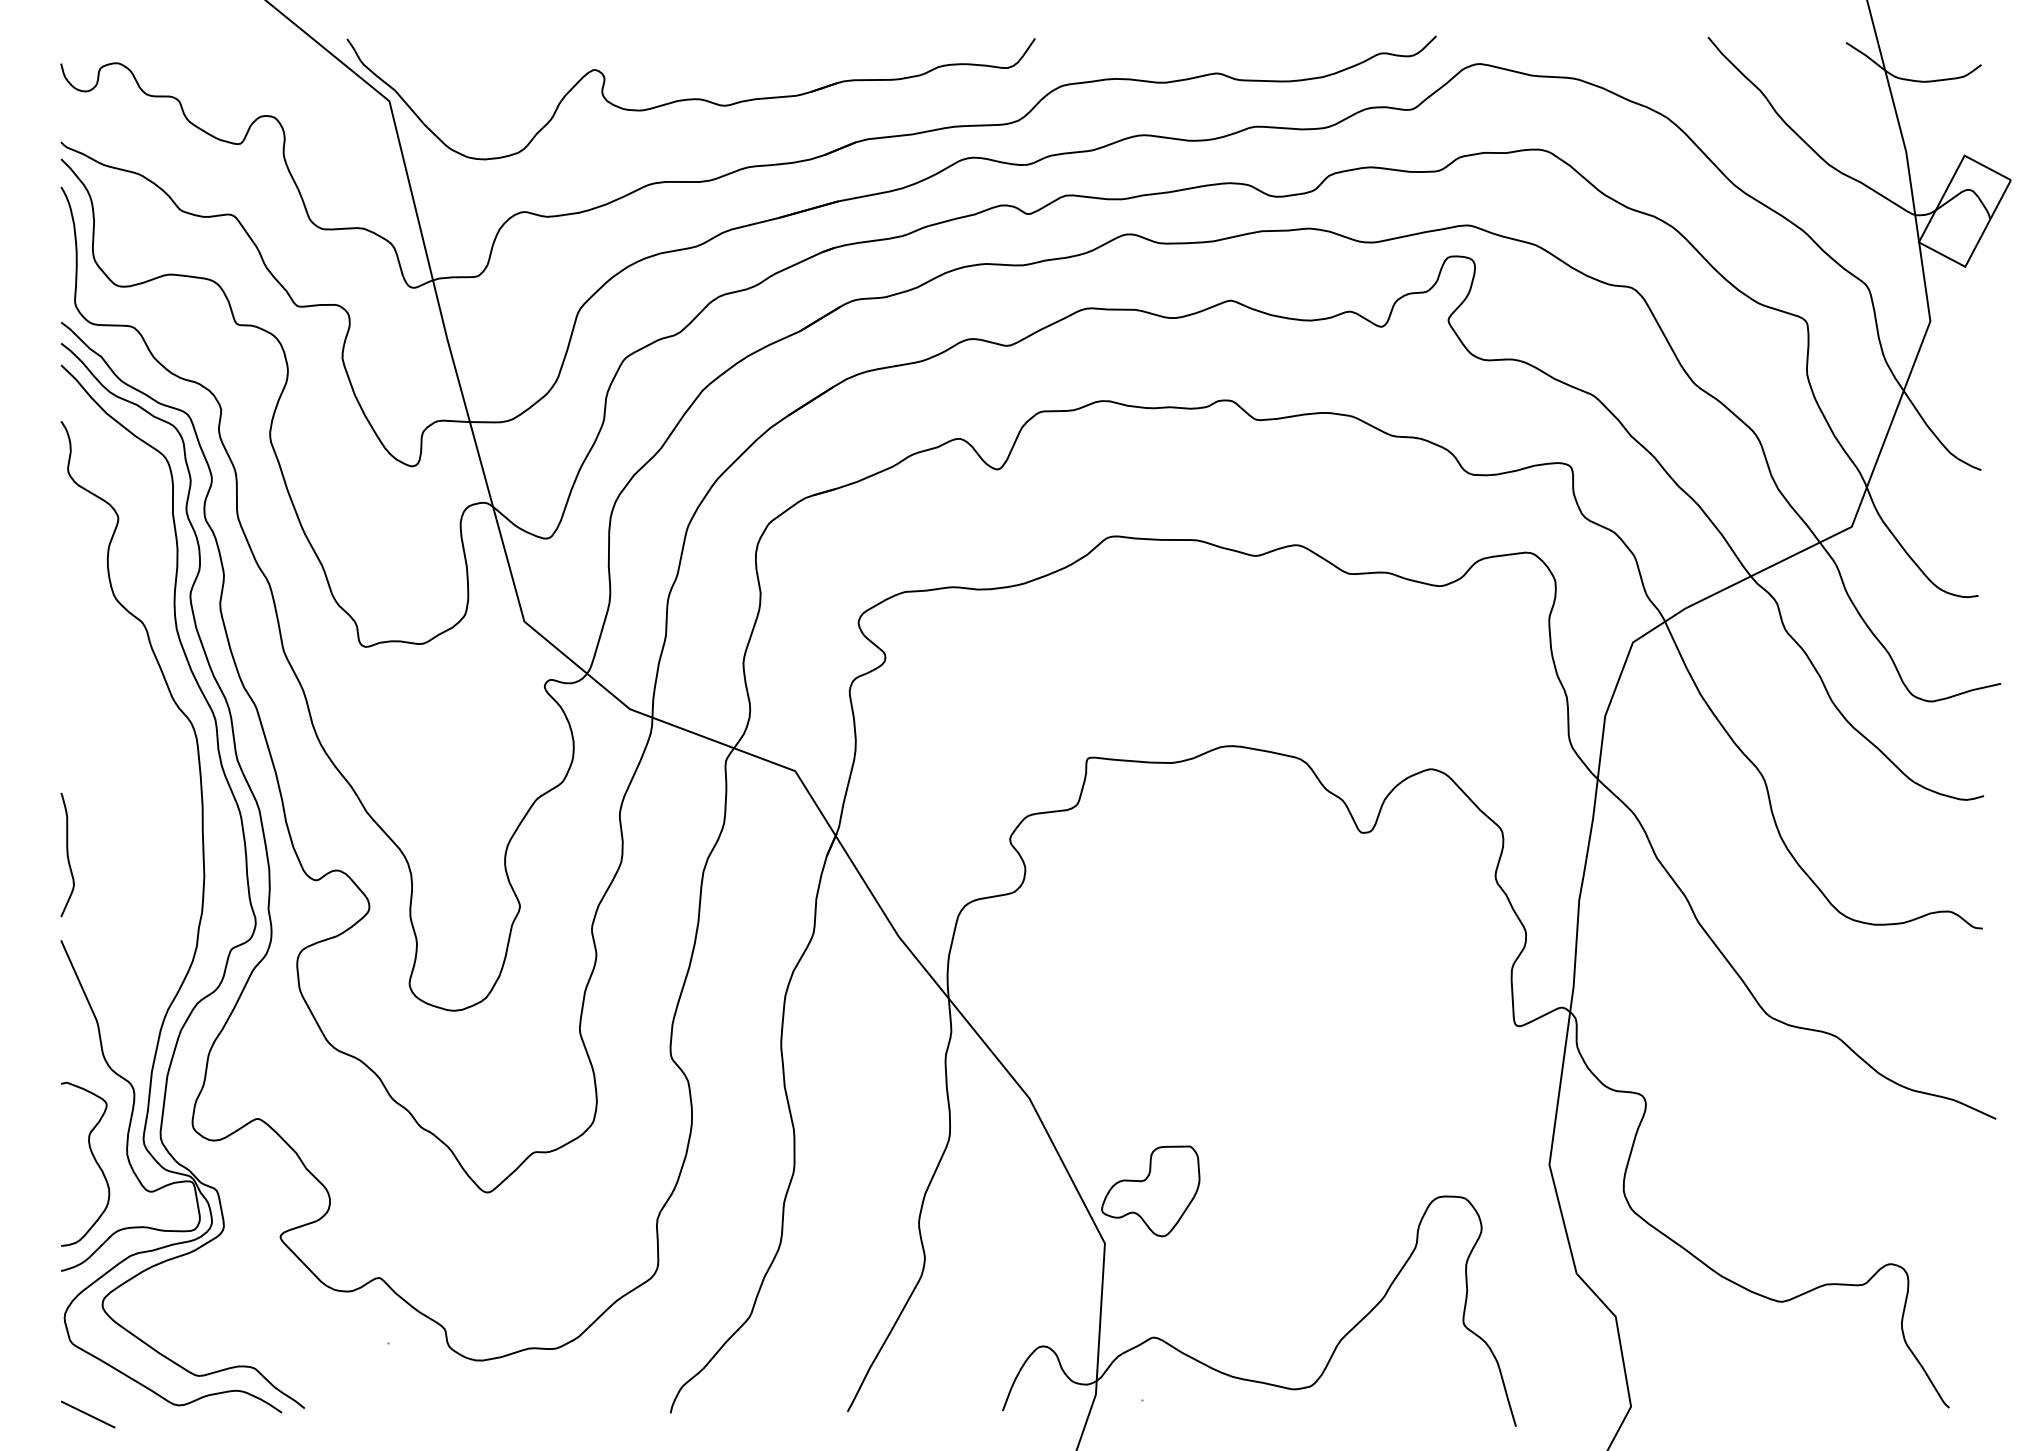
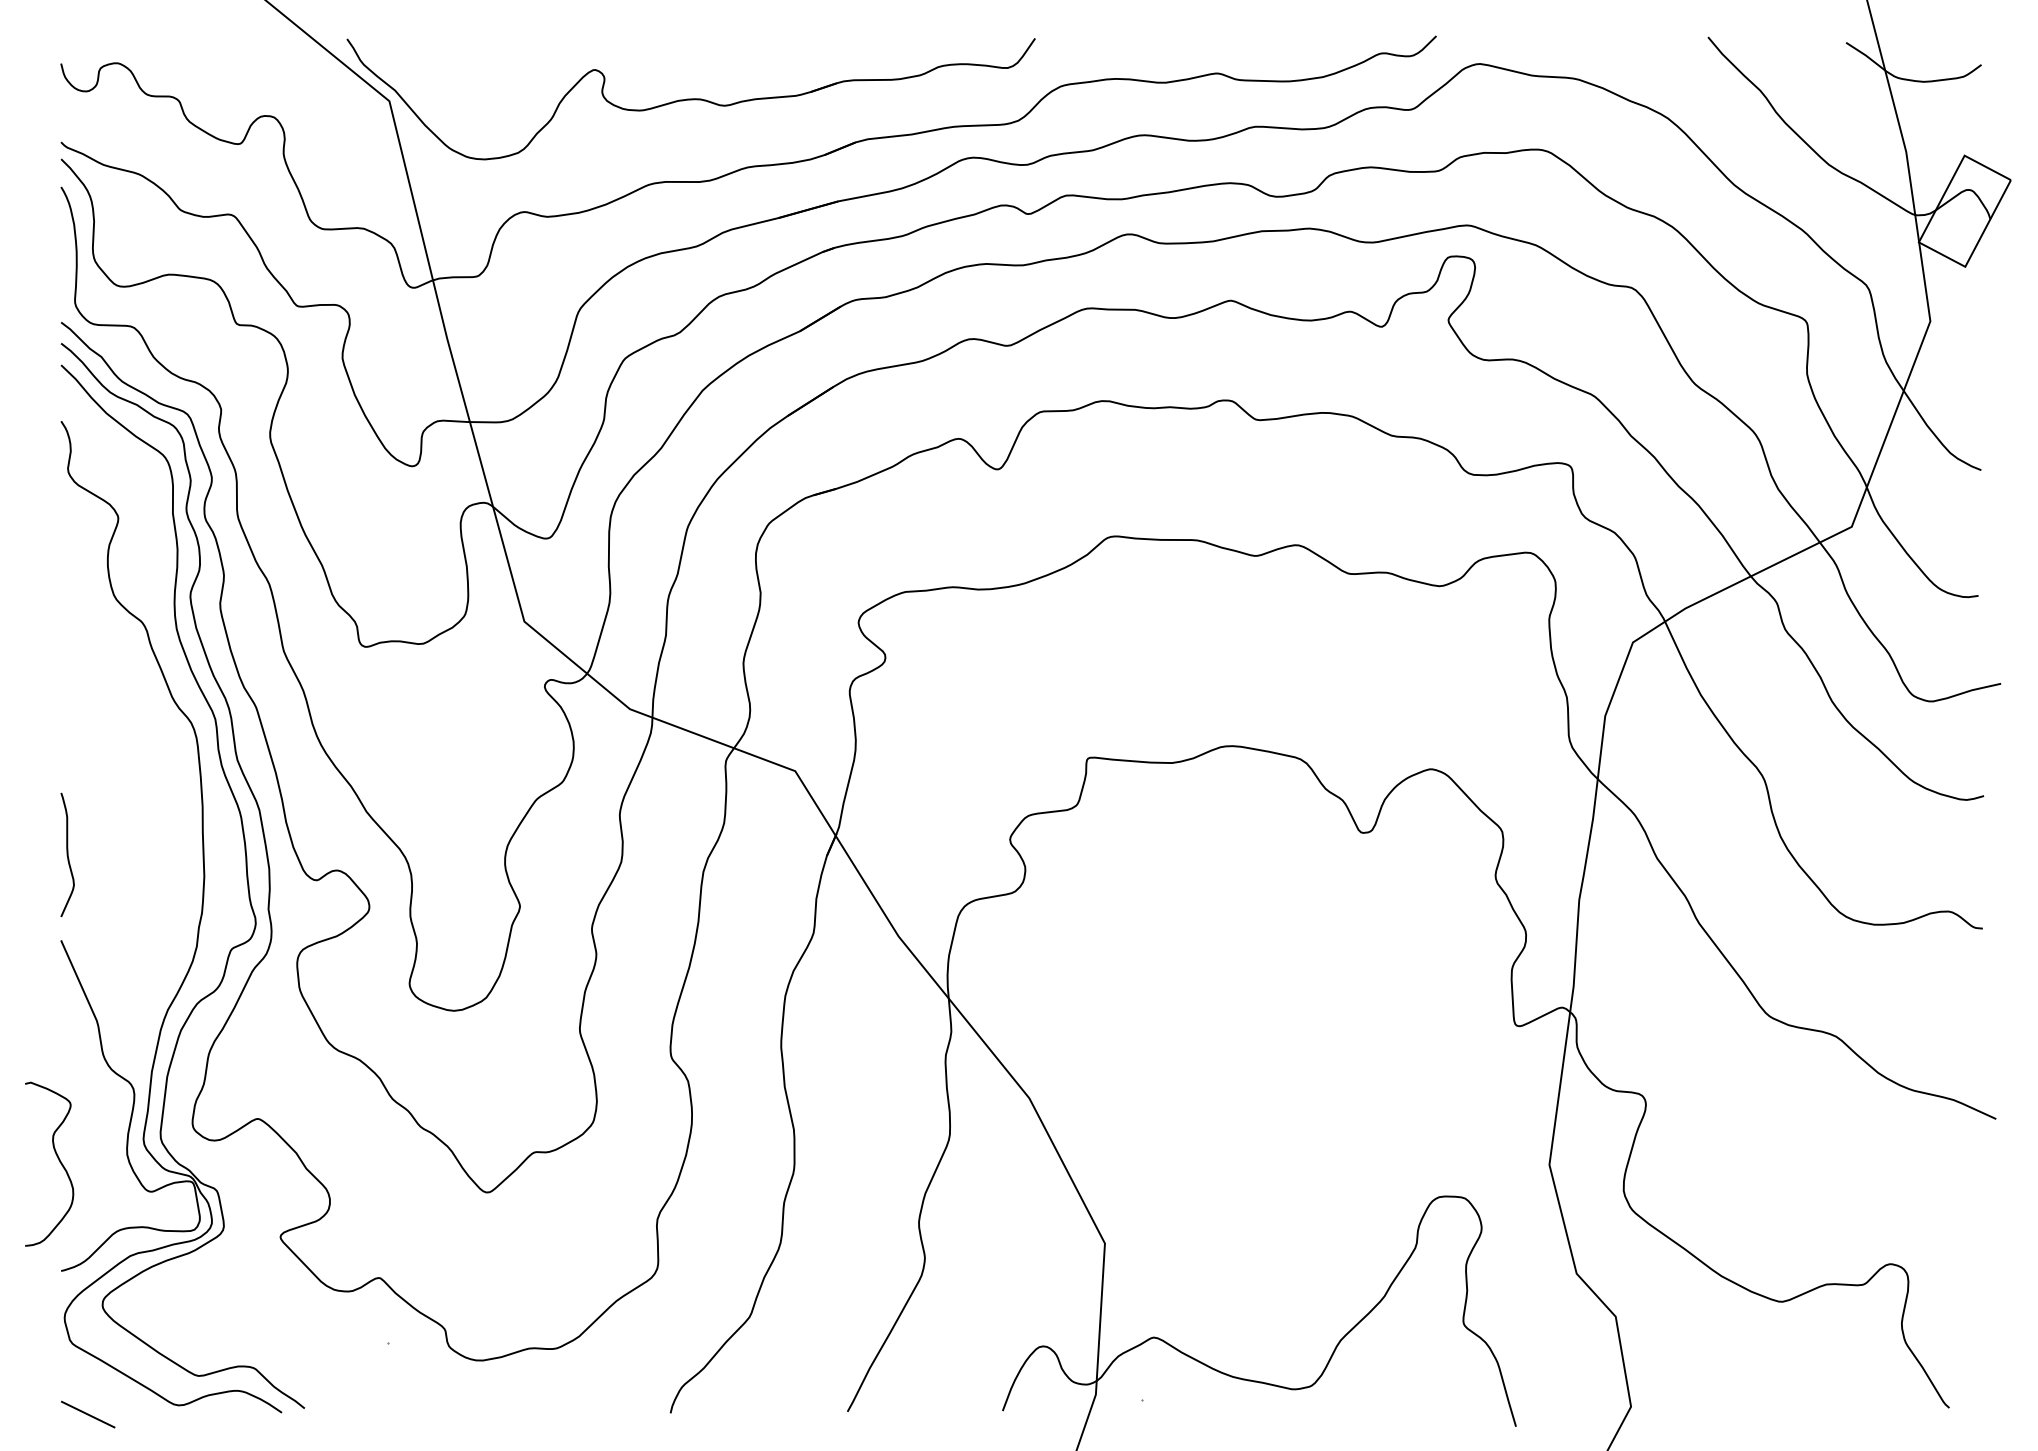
part at (93, 1158) position: (93, 1158) -> (57, 1158)
part at (1150, 1191): present -> none
